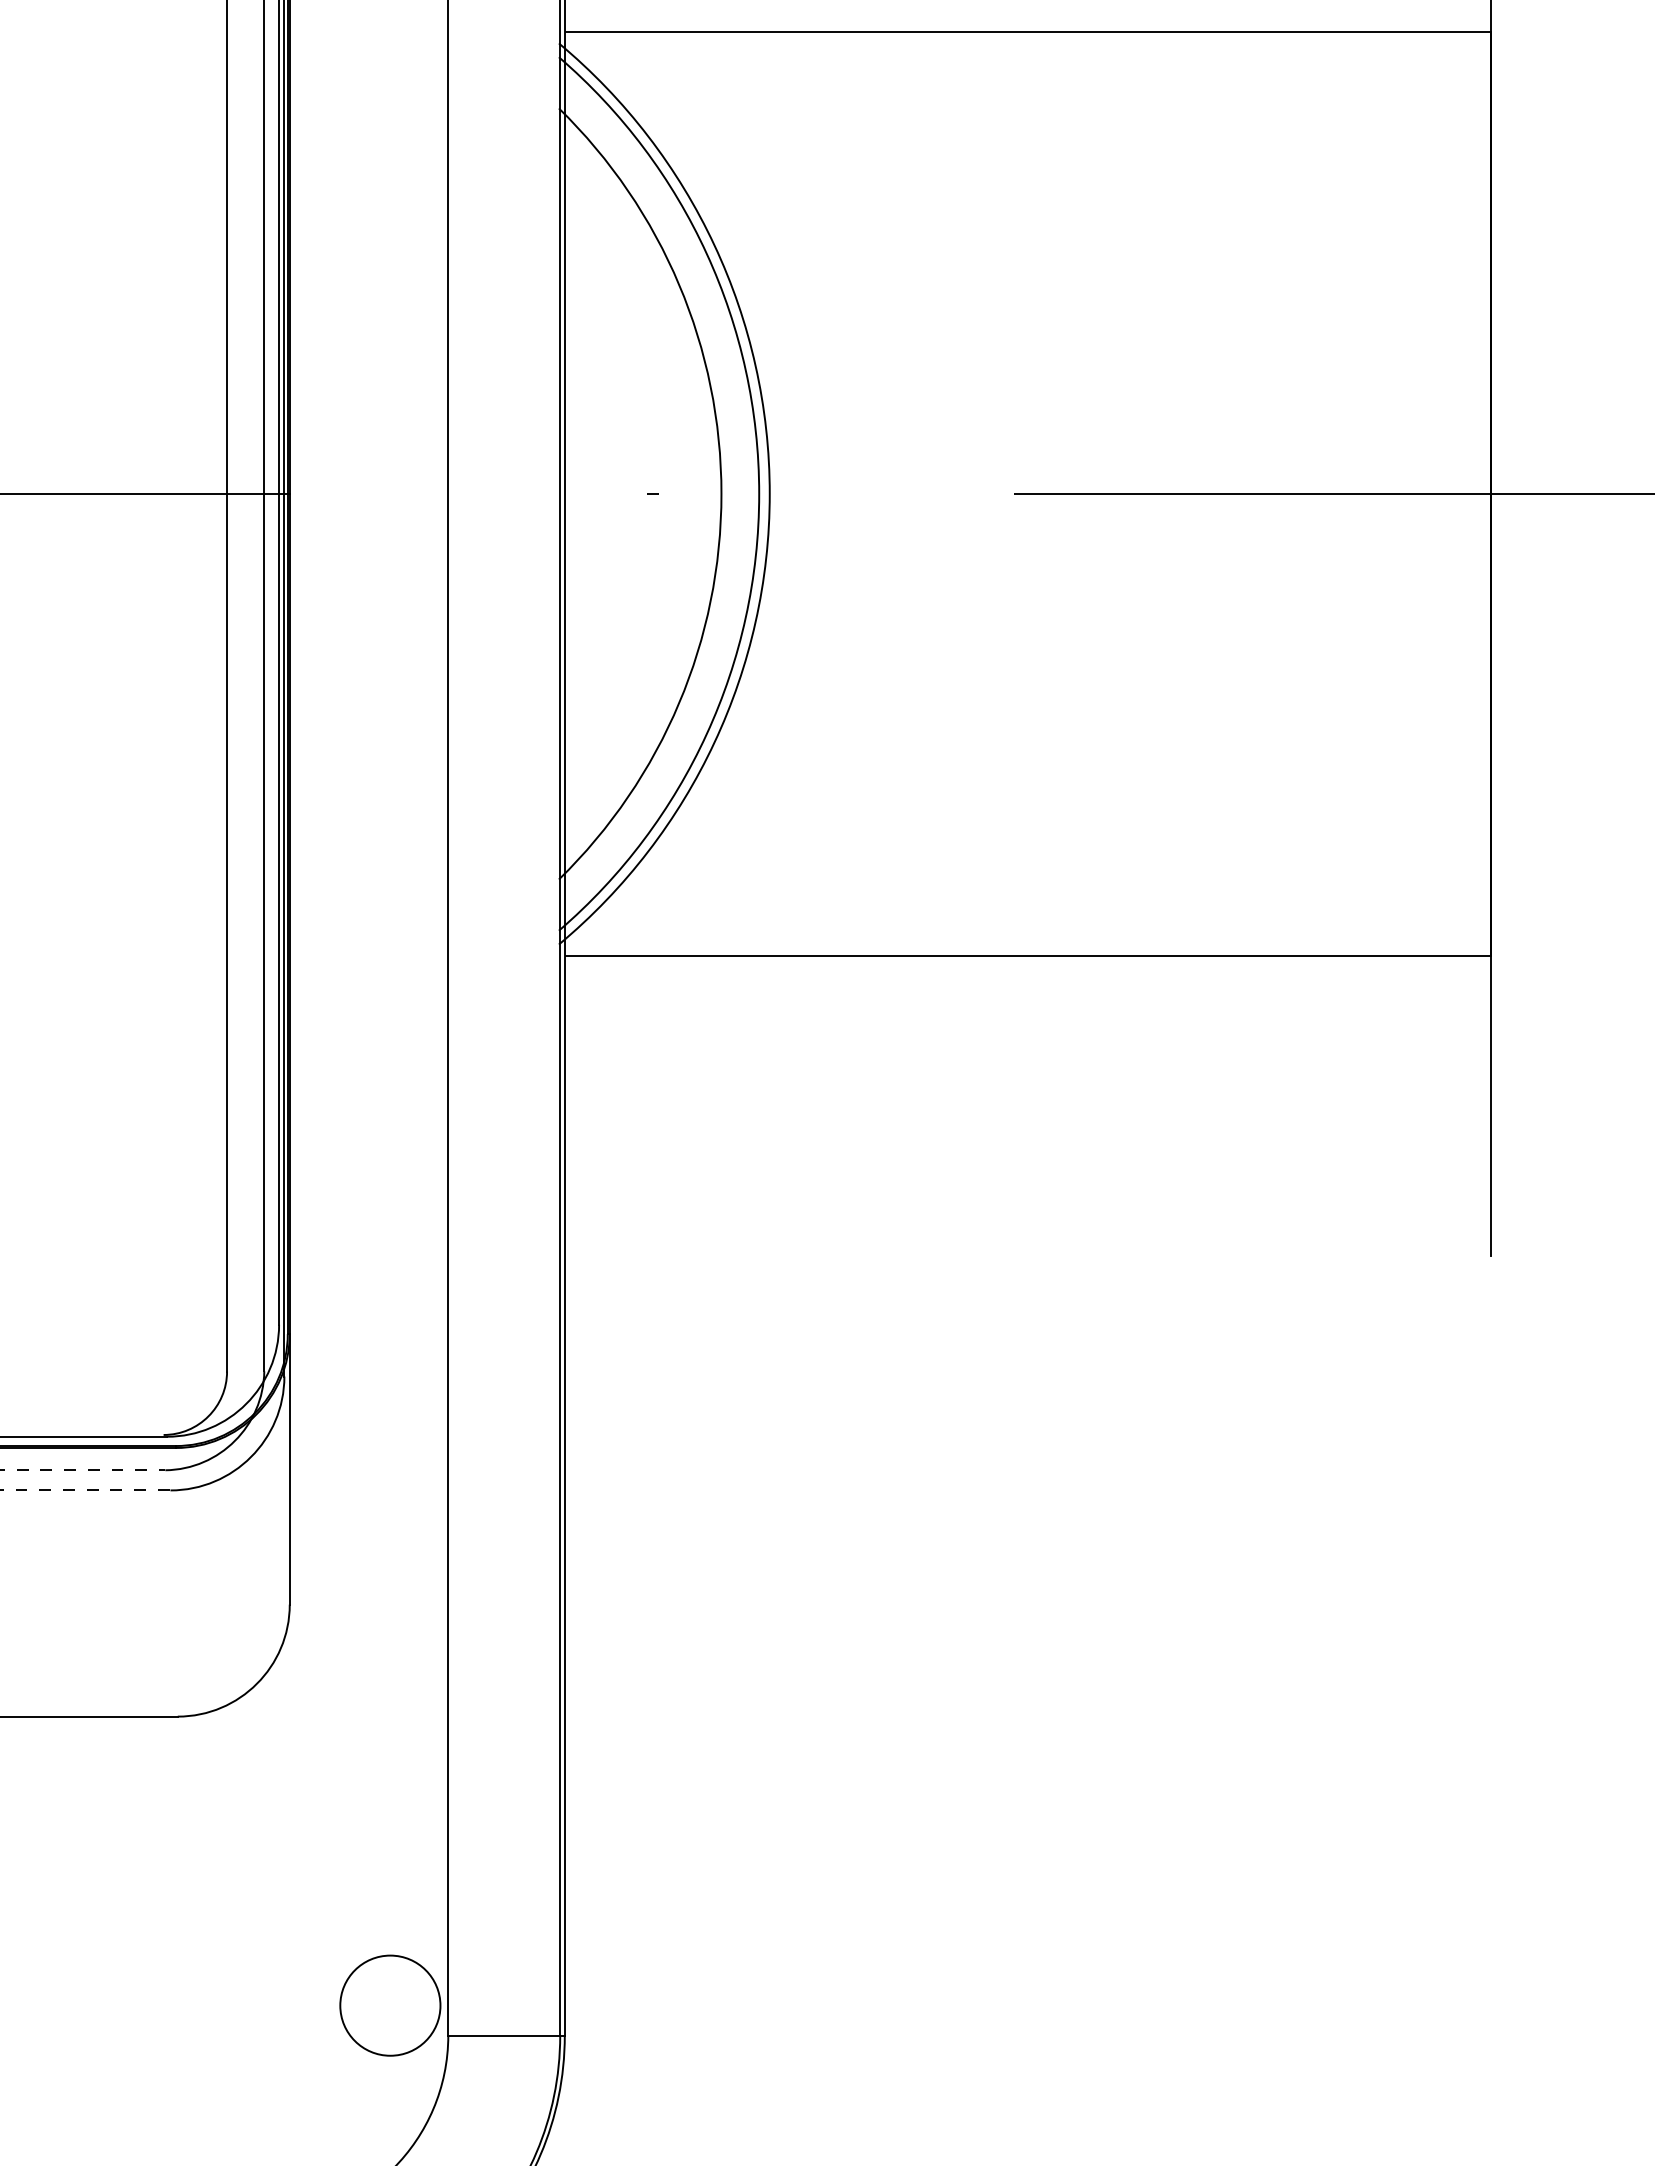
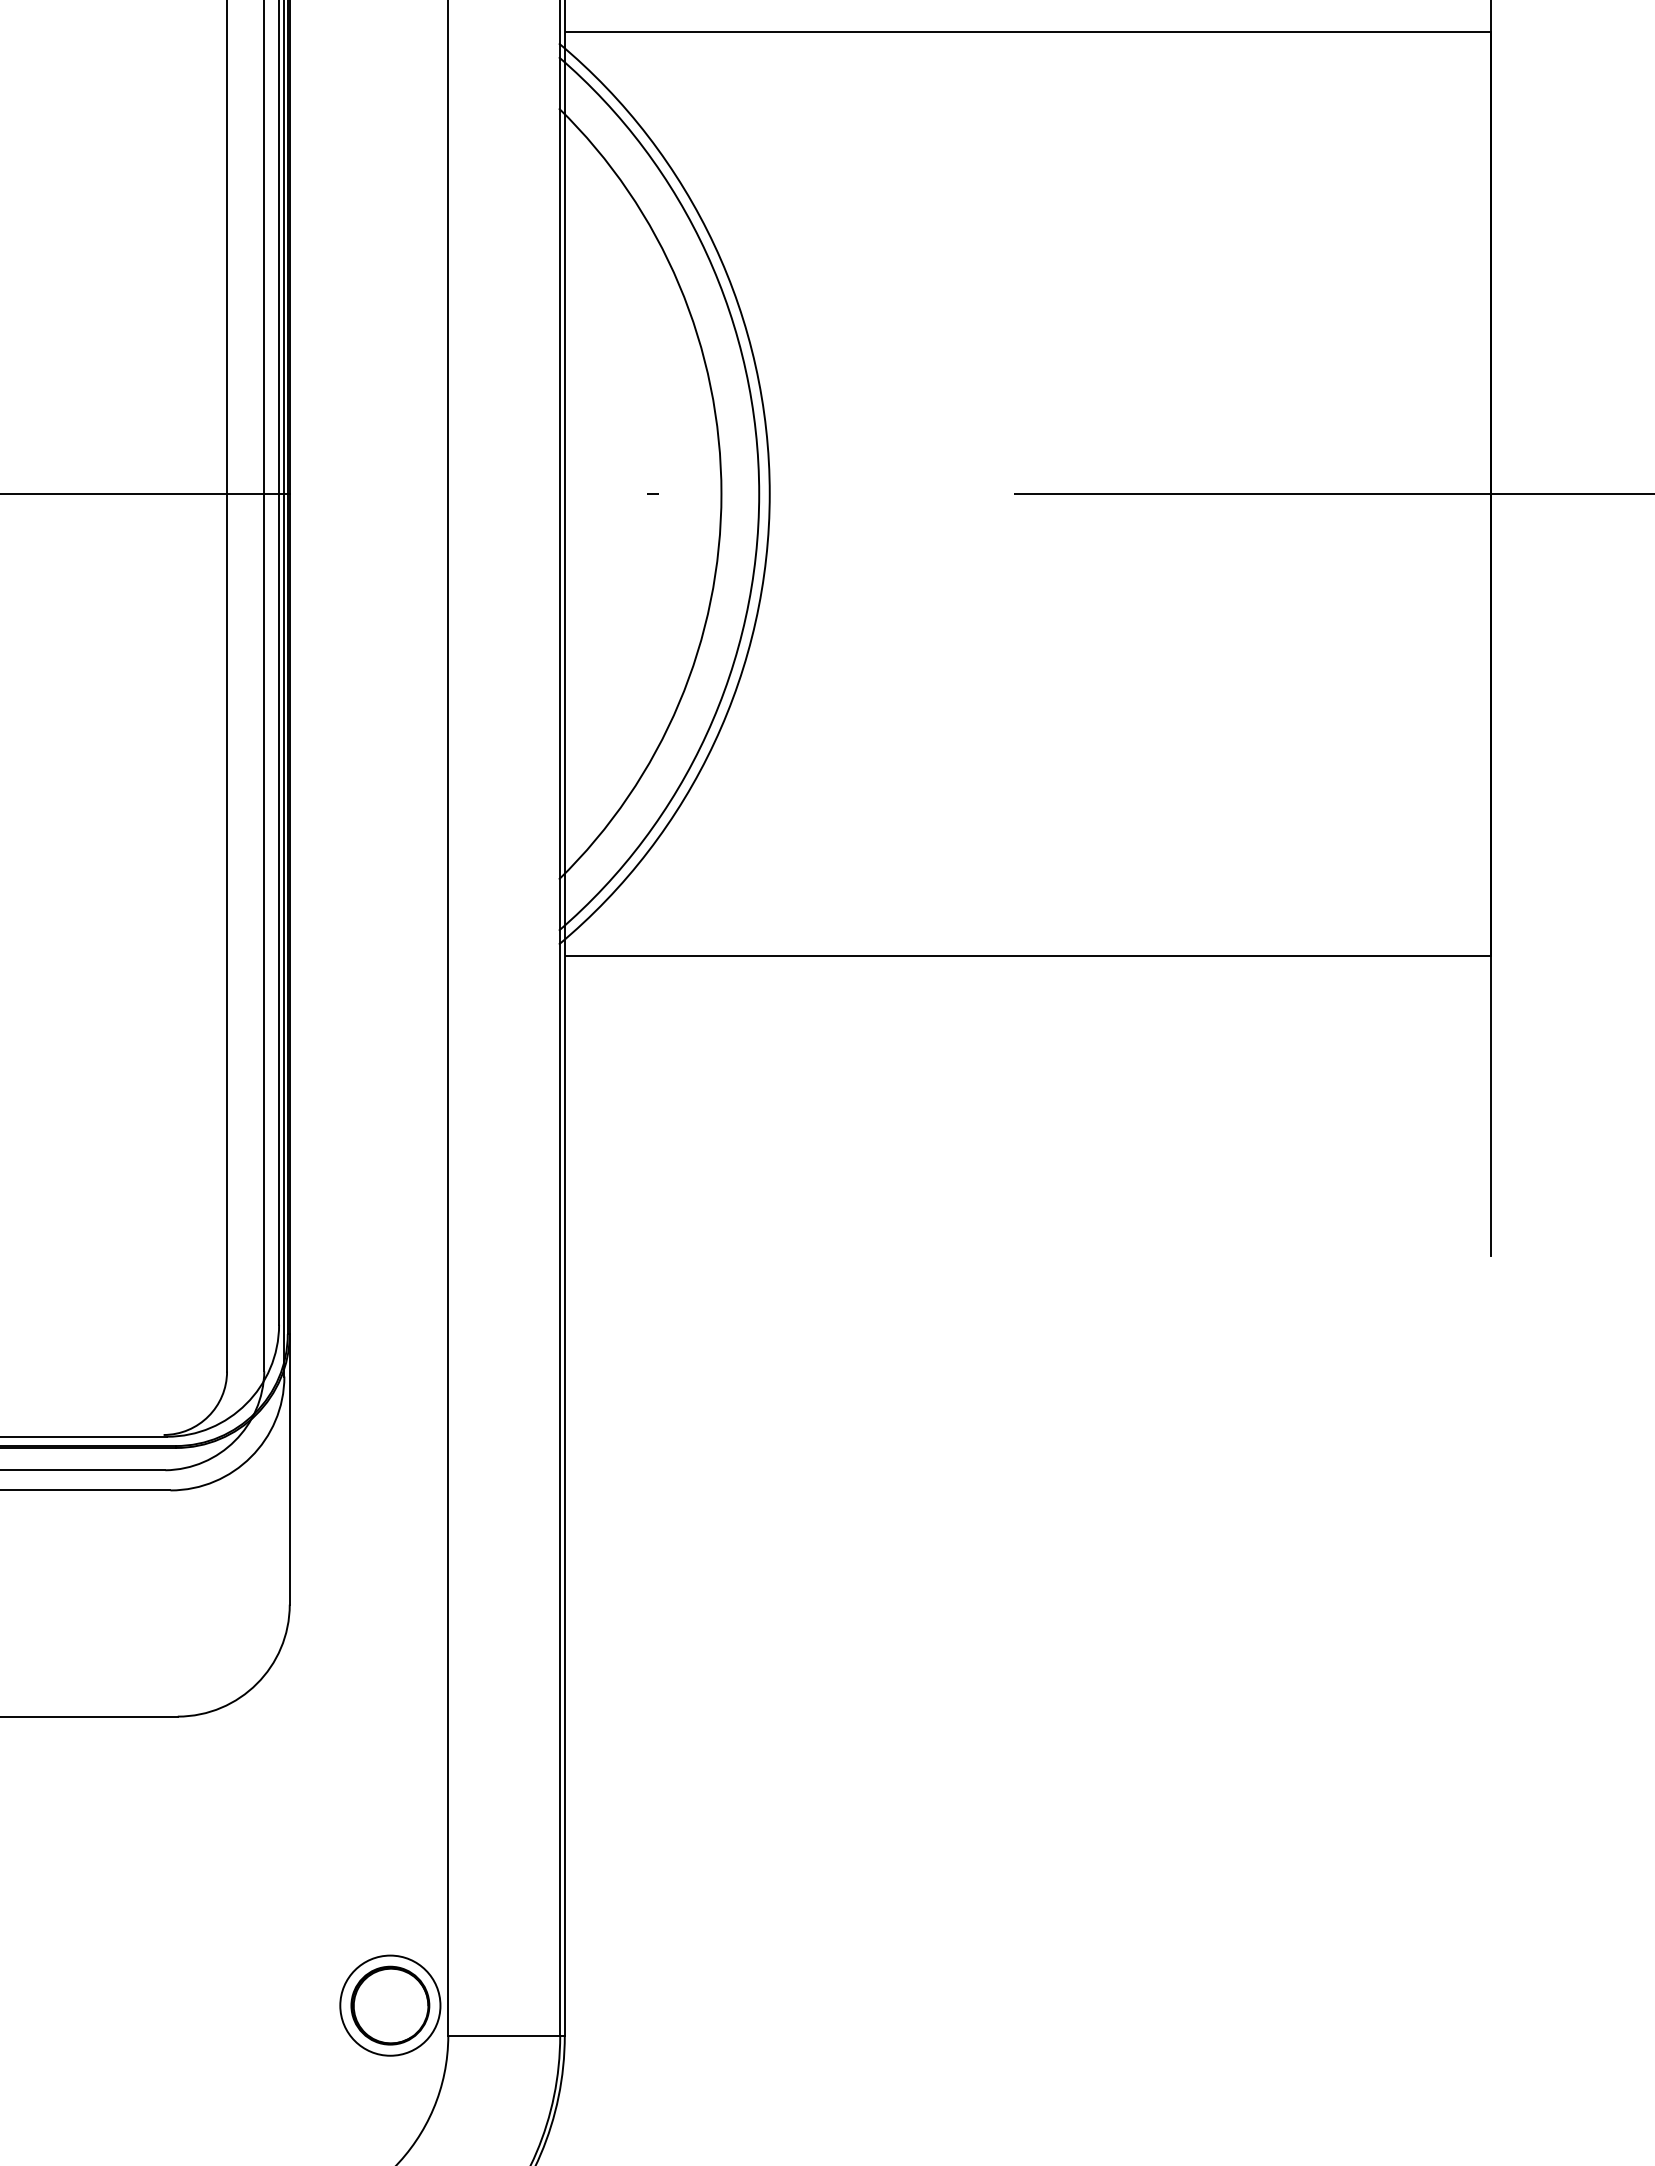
line at (83, 1470): dashed -> solid
line at (85, 1490): dashed -> solid
part at (390, 2005): none -> present
